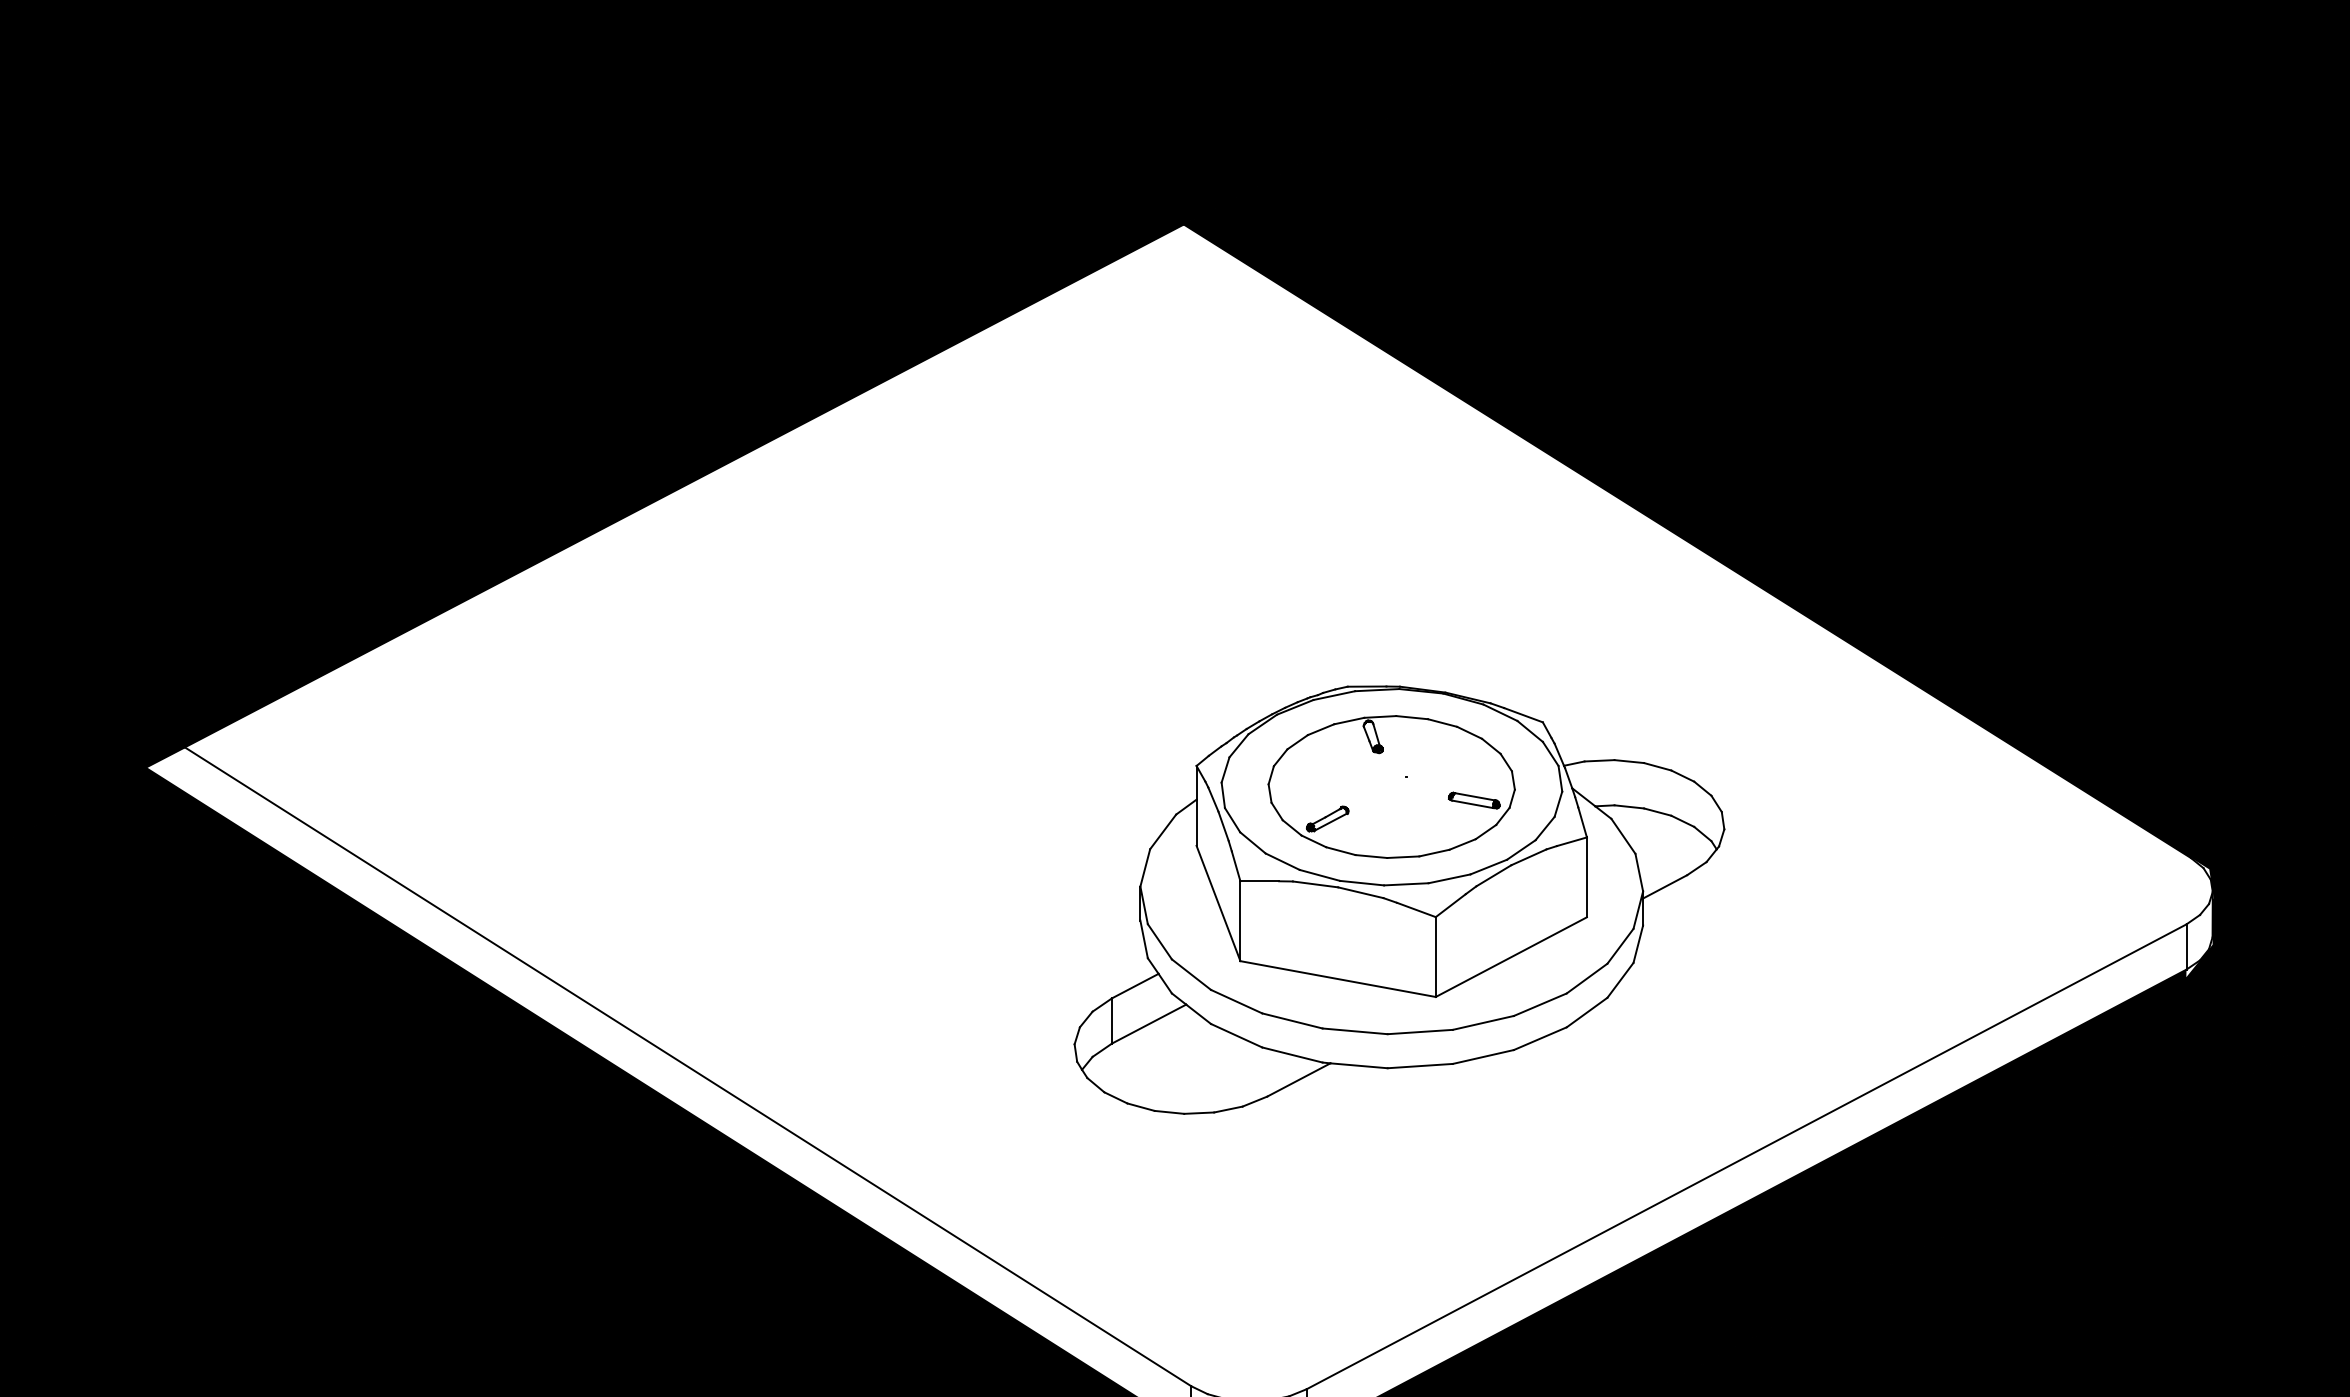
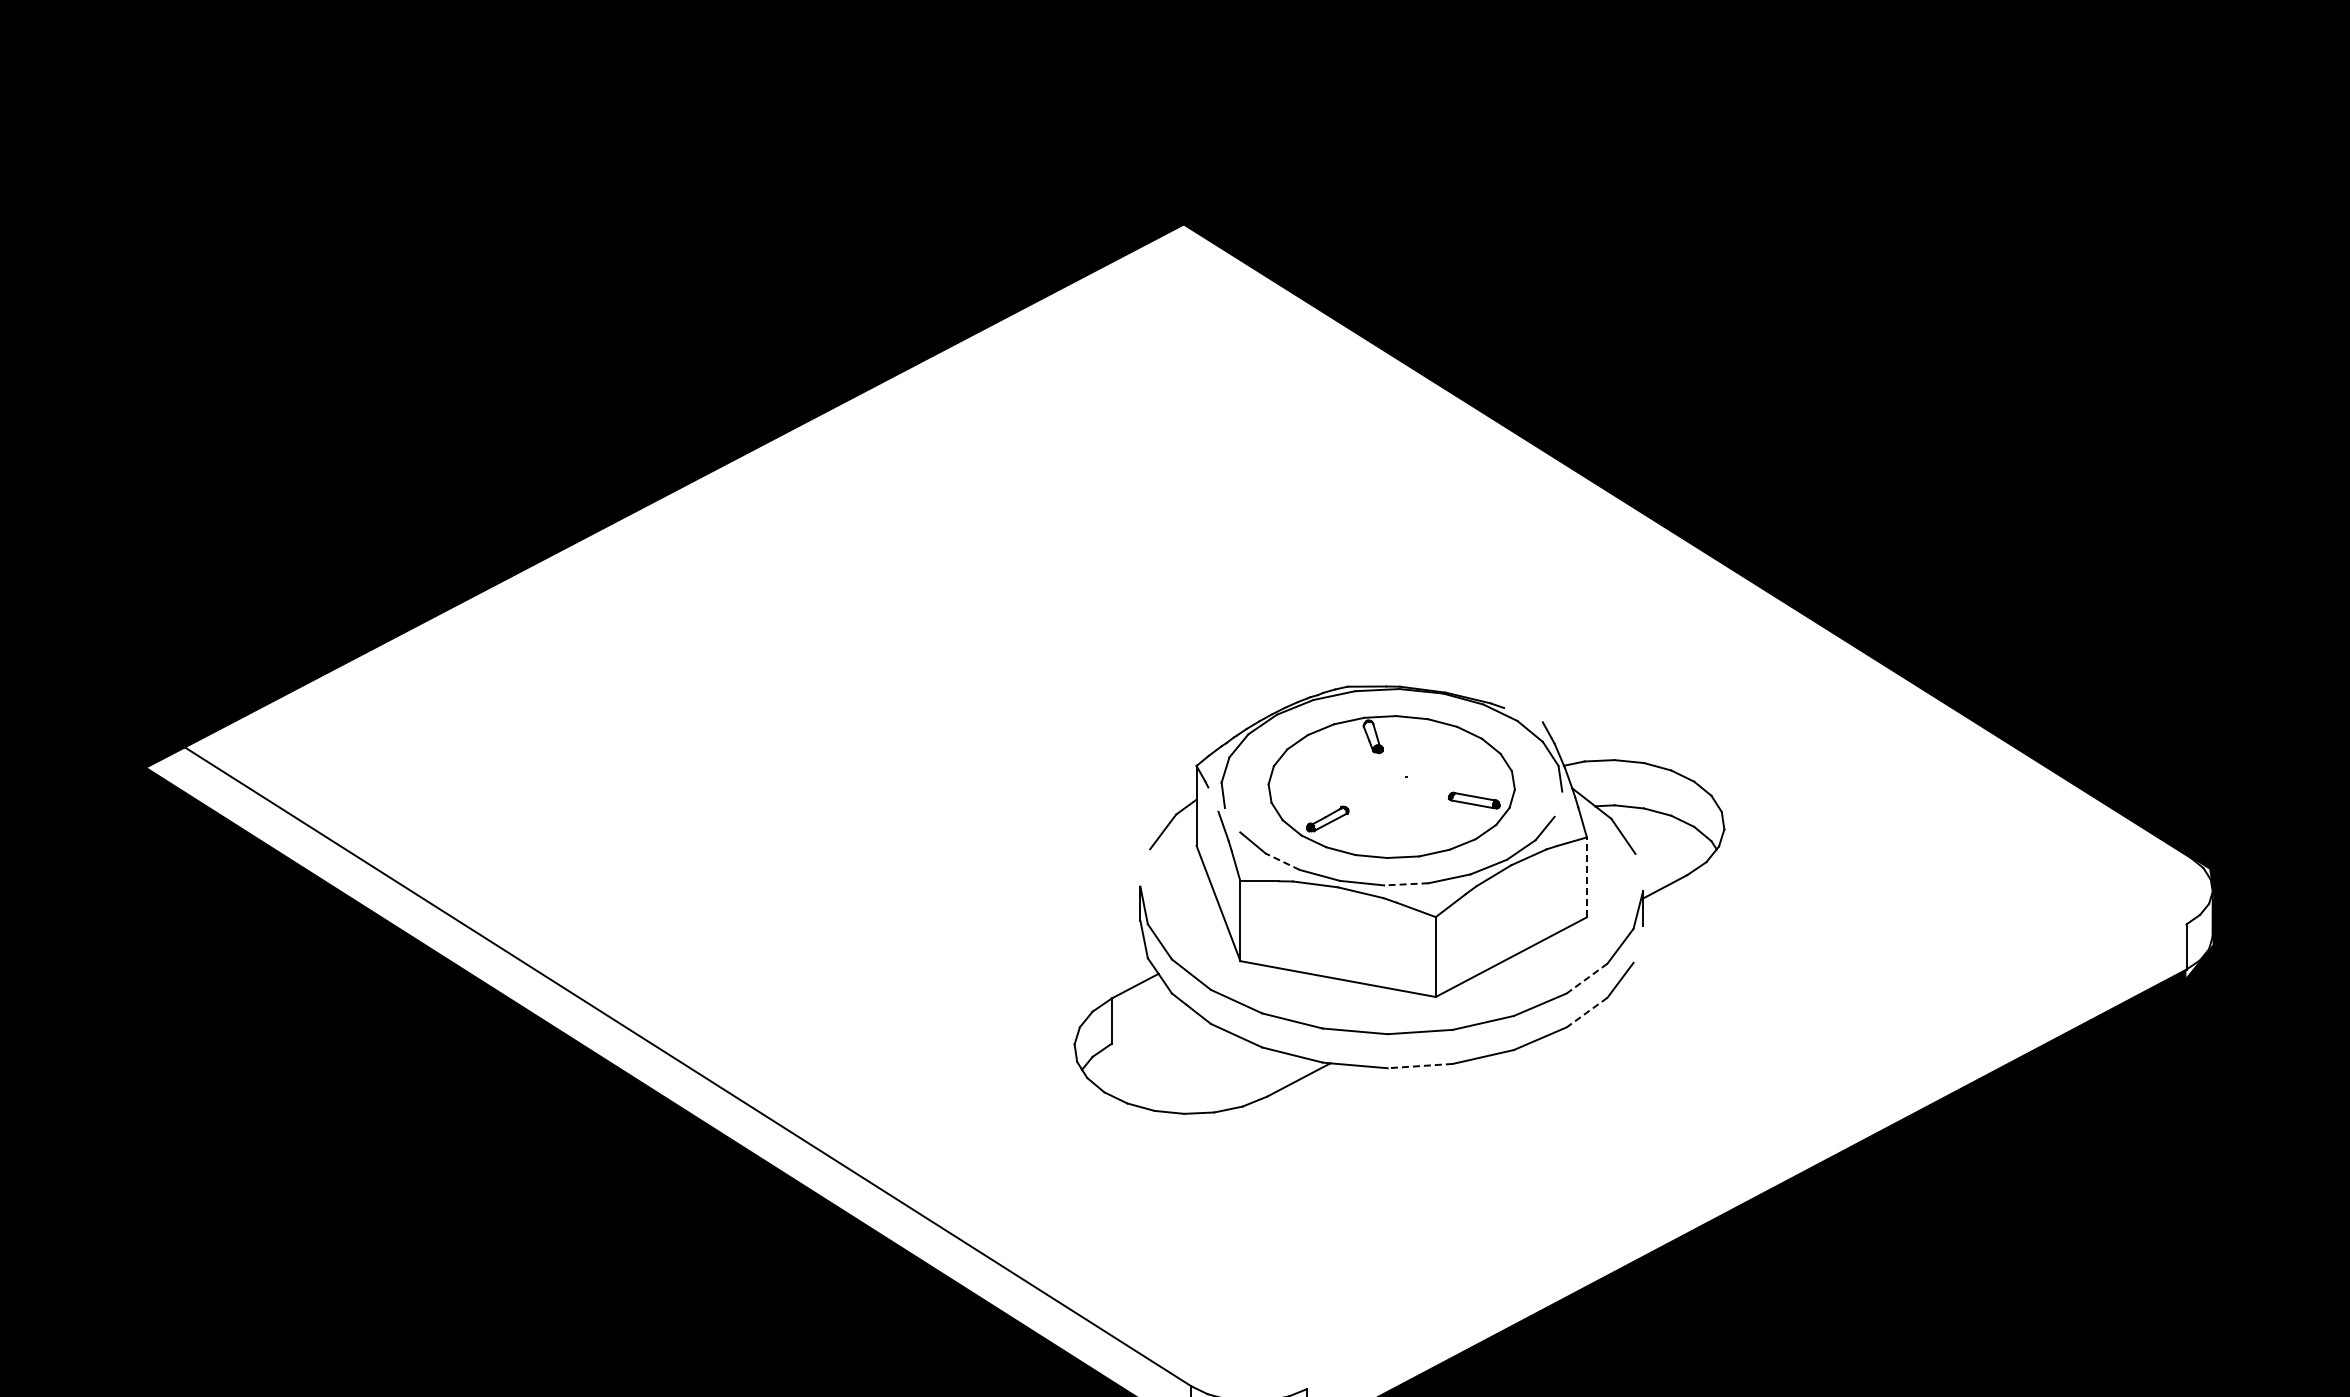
line at (1523, 715): present -> none
line at (1213, 799): present -> none
line at (1558, 803): present -> none
line at (1232, 820): present -> none
line at (1282, 861): solid -> dashed
line at (1145, 867): present -> none
line at (1639, 872): present -> none
line at (1586, 877): solid -> dashed
line at (1405, 884): solid -> dashed
line at (1638, 943): present -> none
line at (1586, 978): solid -> dashed
line at (1586, 1012): solid -> dashed
line at (1149, 1023): present -> none
line at (1420, 1066): solid -> dashed
line at (1746, 1156): present -> none
